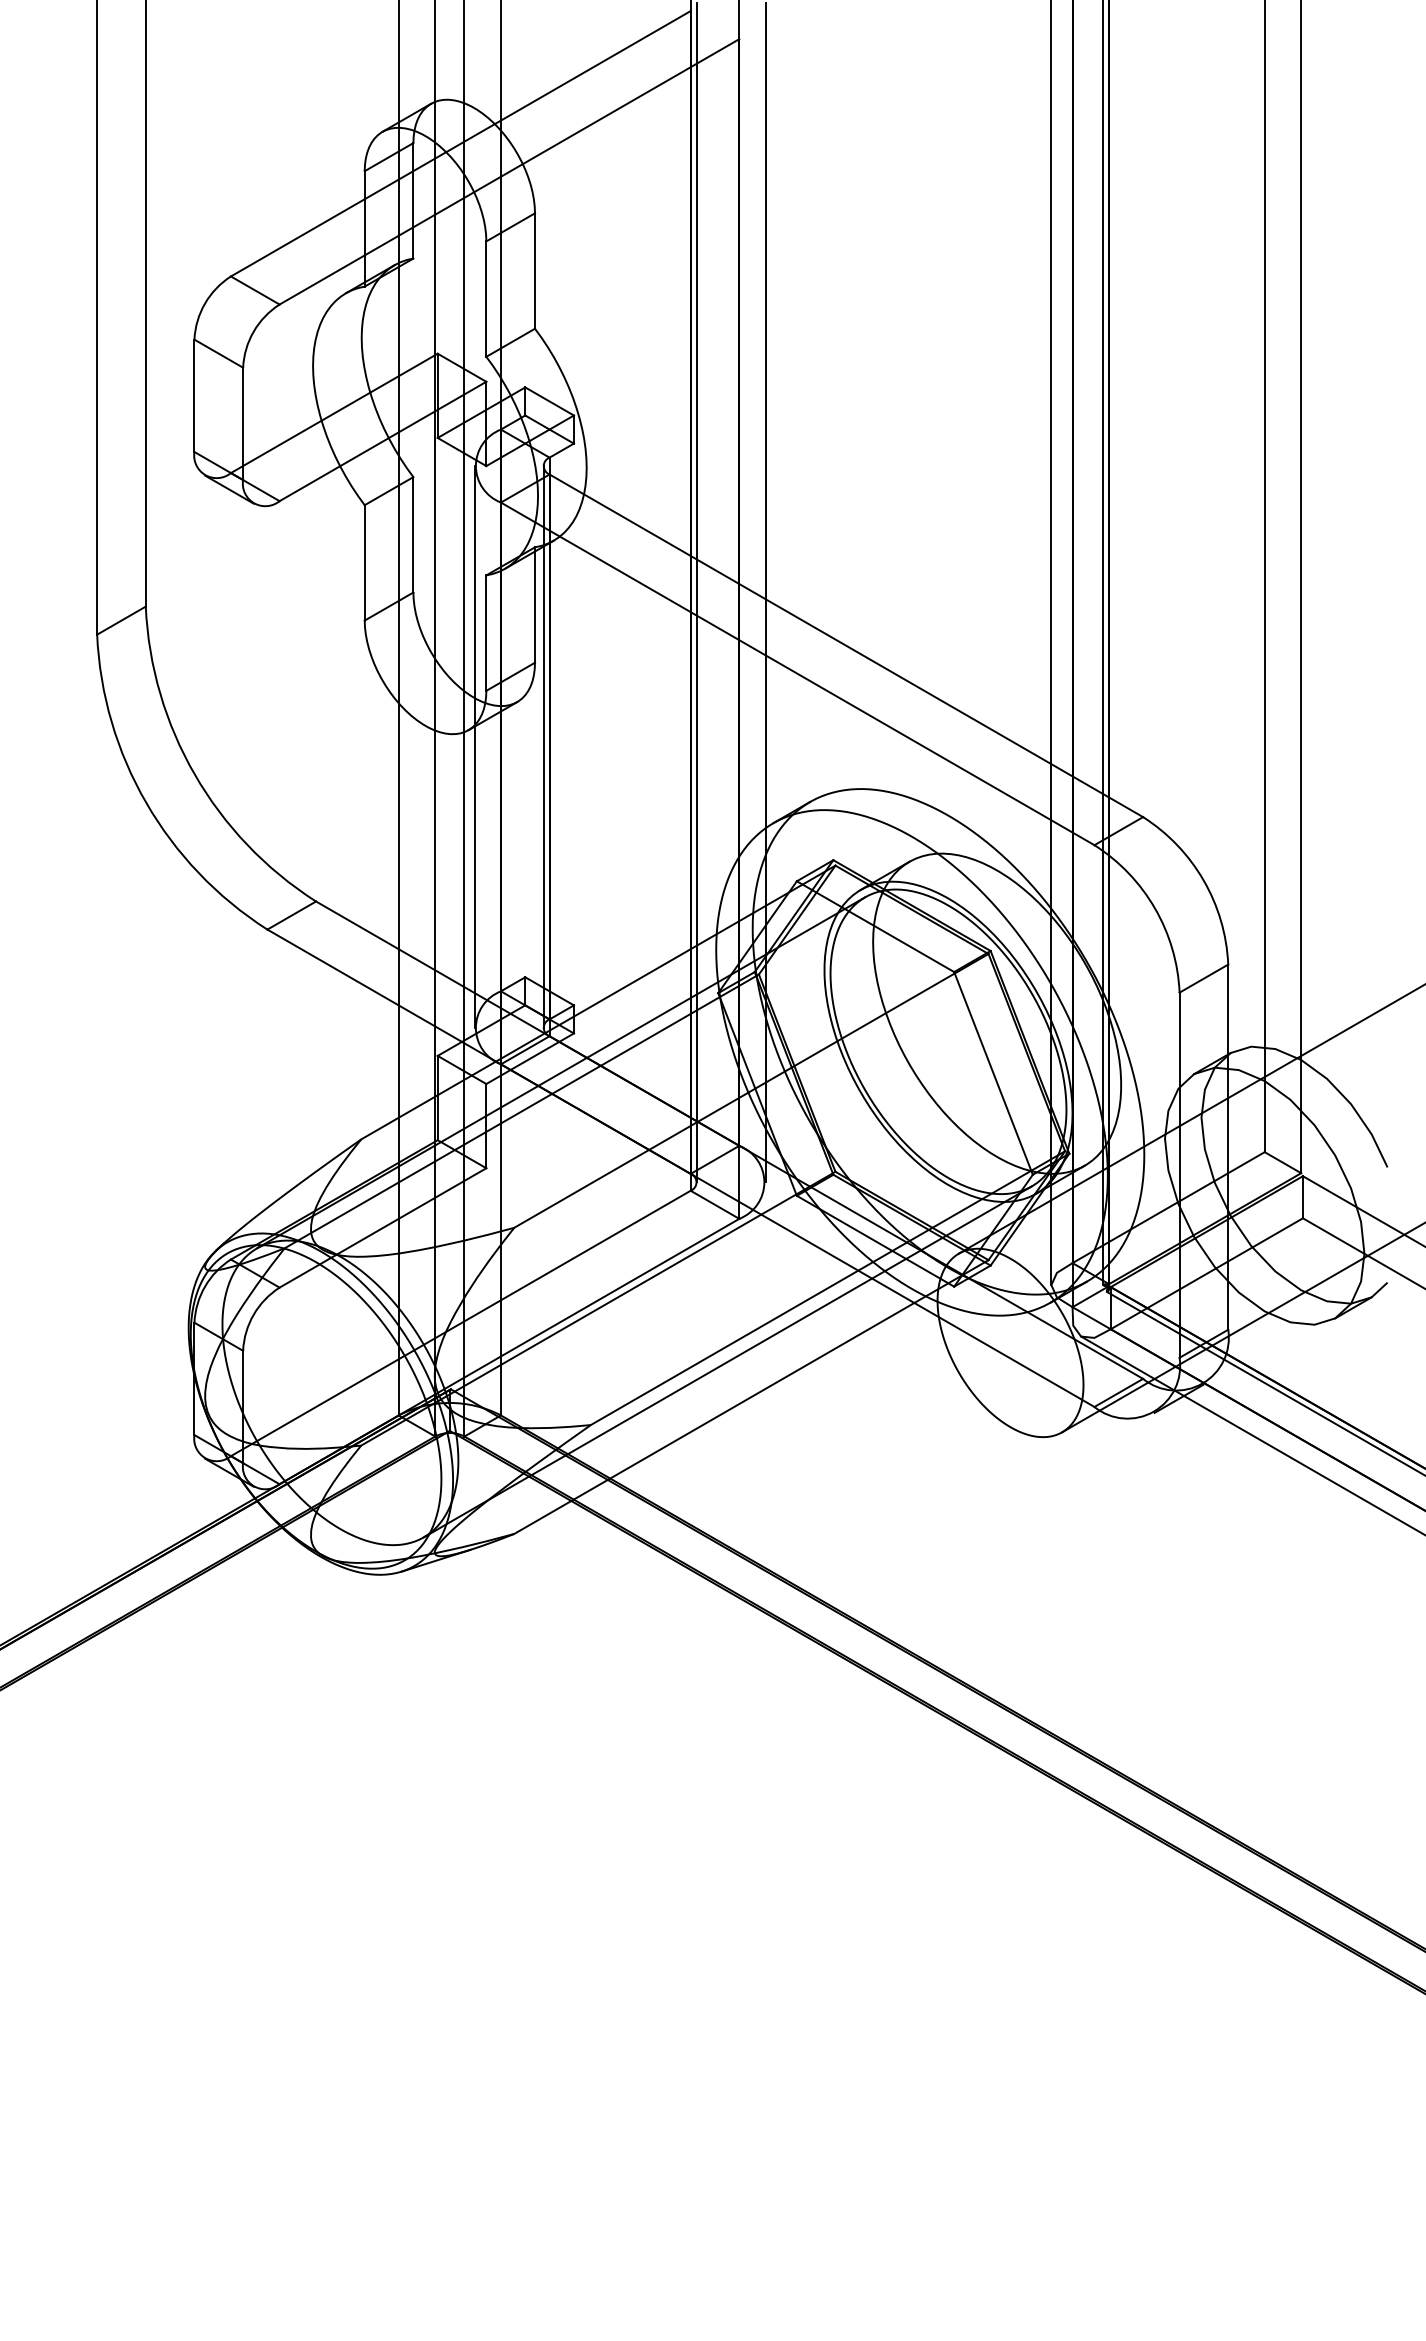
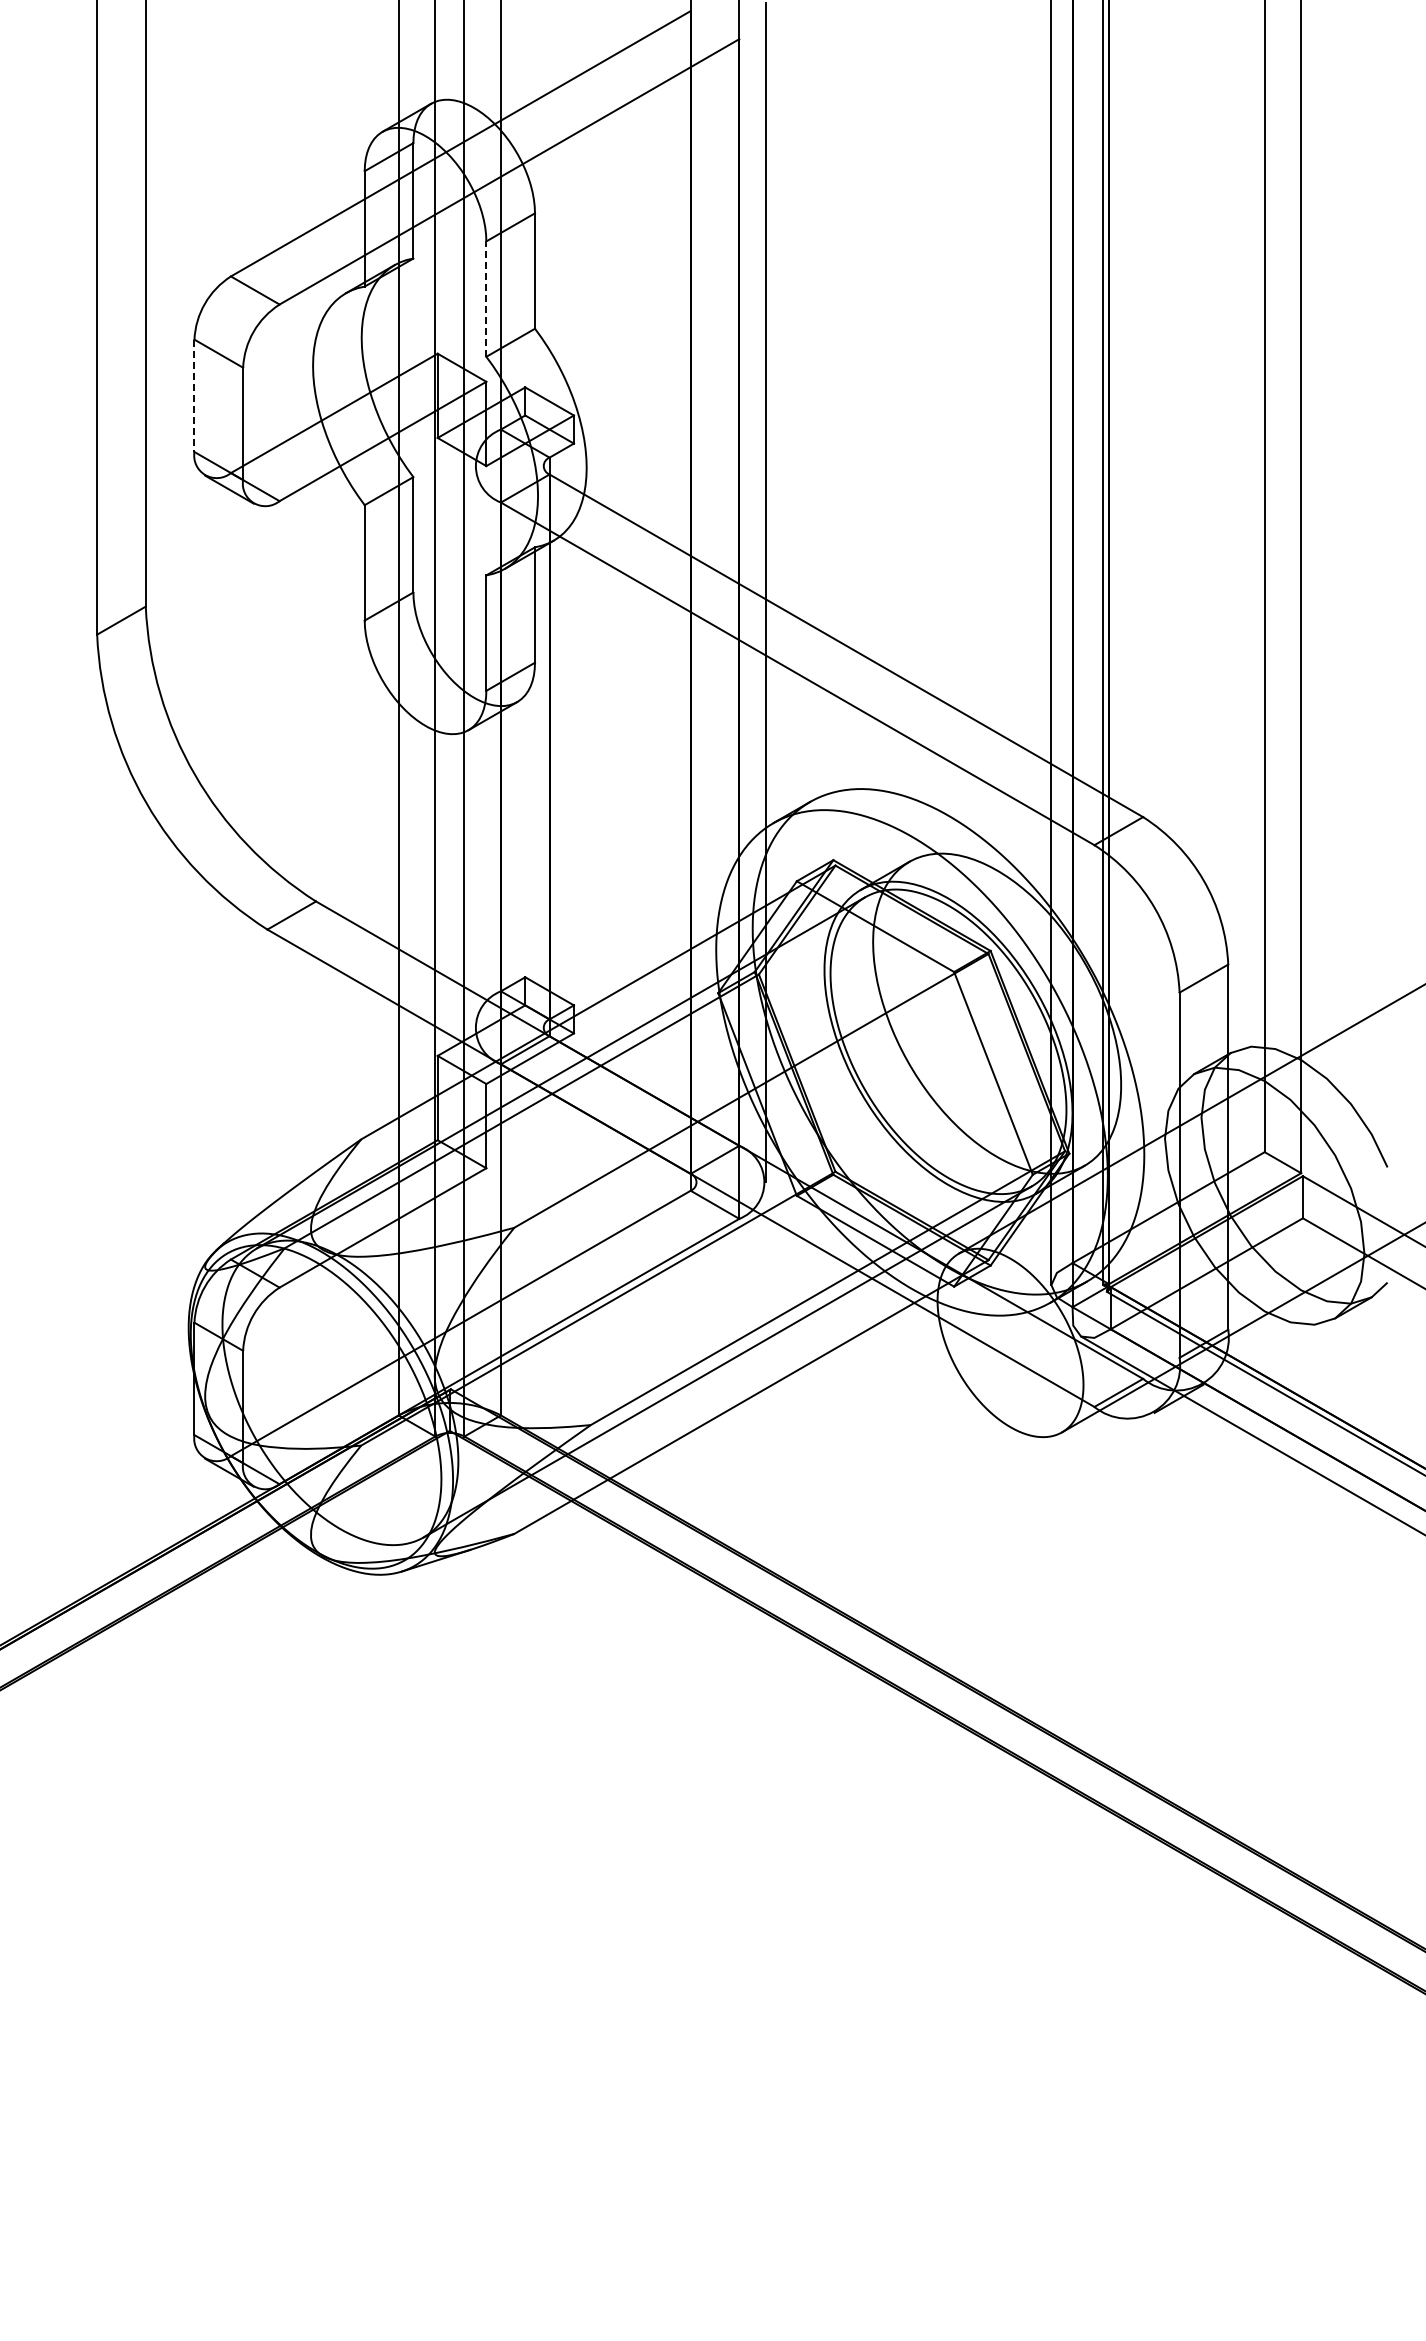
line at (486, 299): solid -> dashed
line at (194, 396): solid -> dashed
line at (696, 592): present -> none
line at (474, 746): present -> none
line at (543, 746): present -> none
